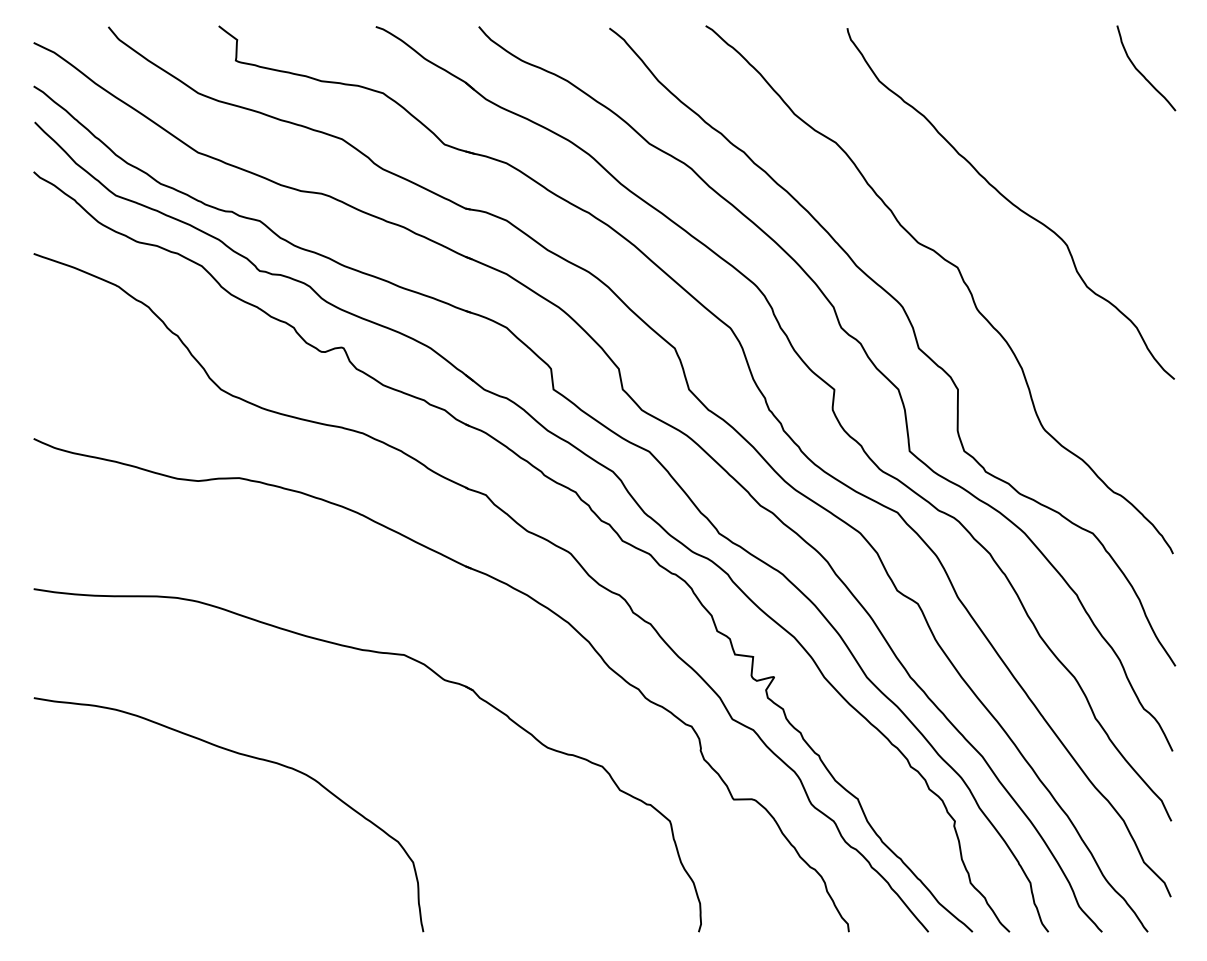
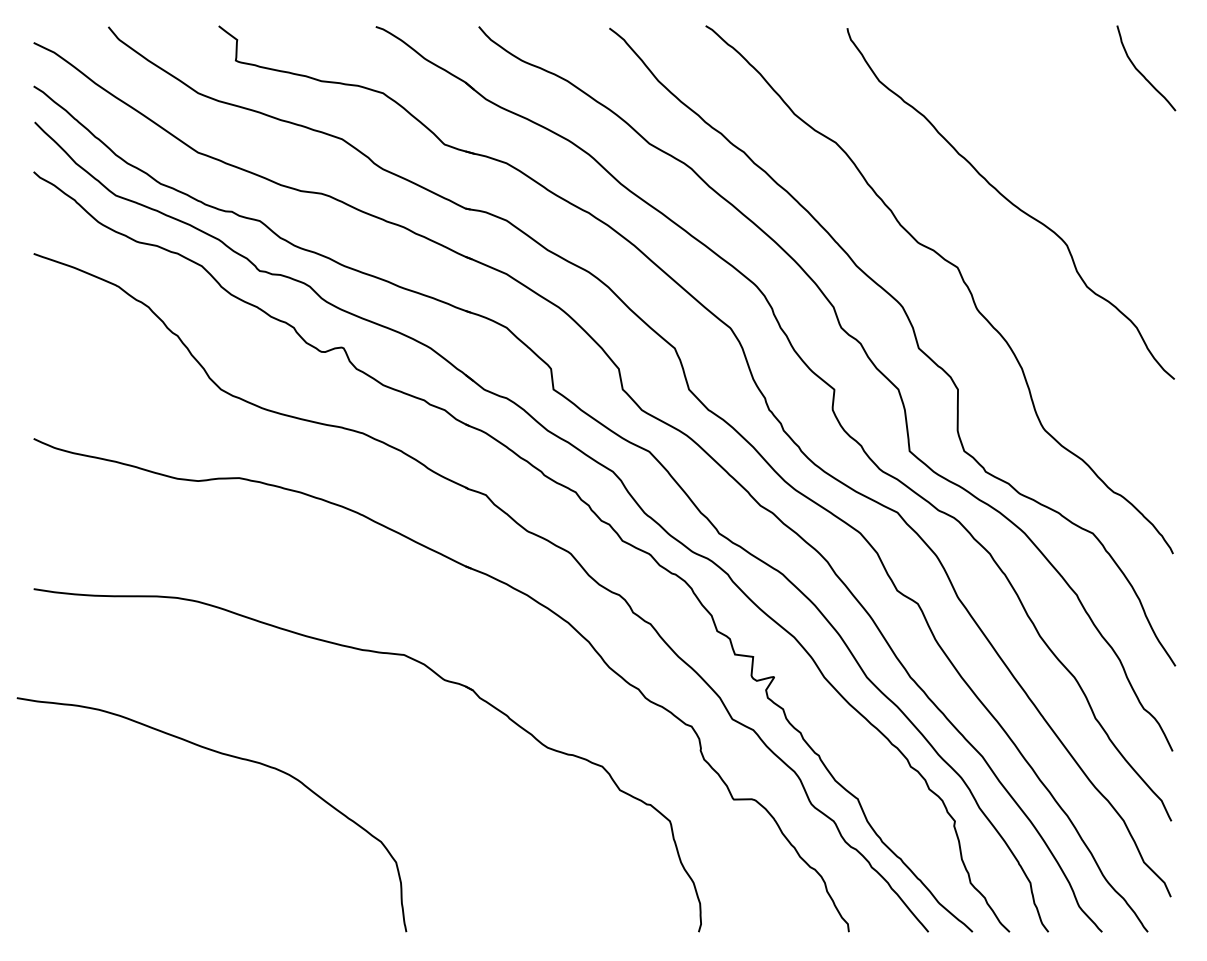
curve at (241, 755) position: (241, 755) -> (224, 755)
